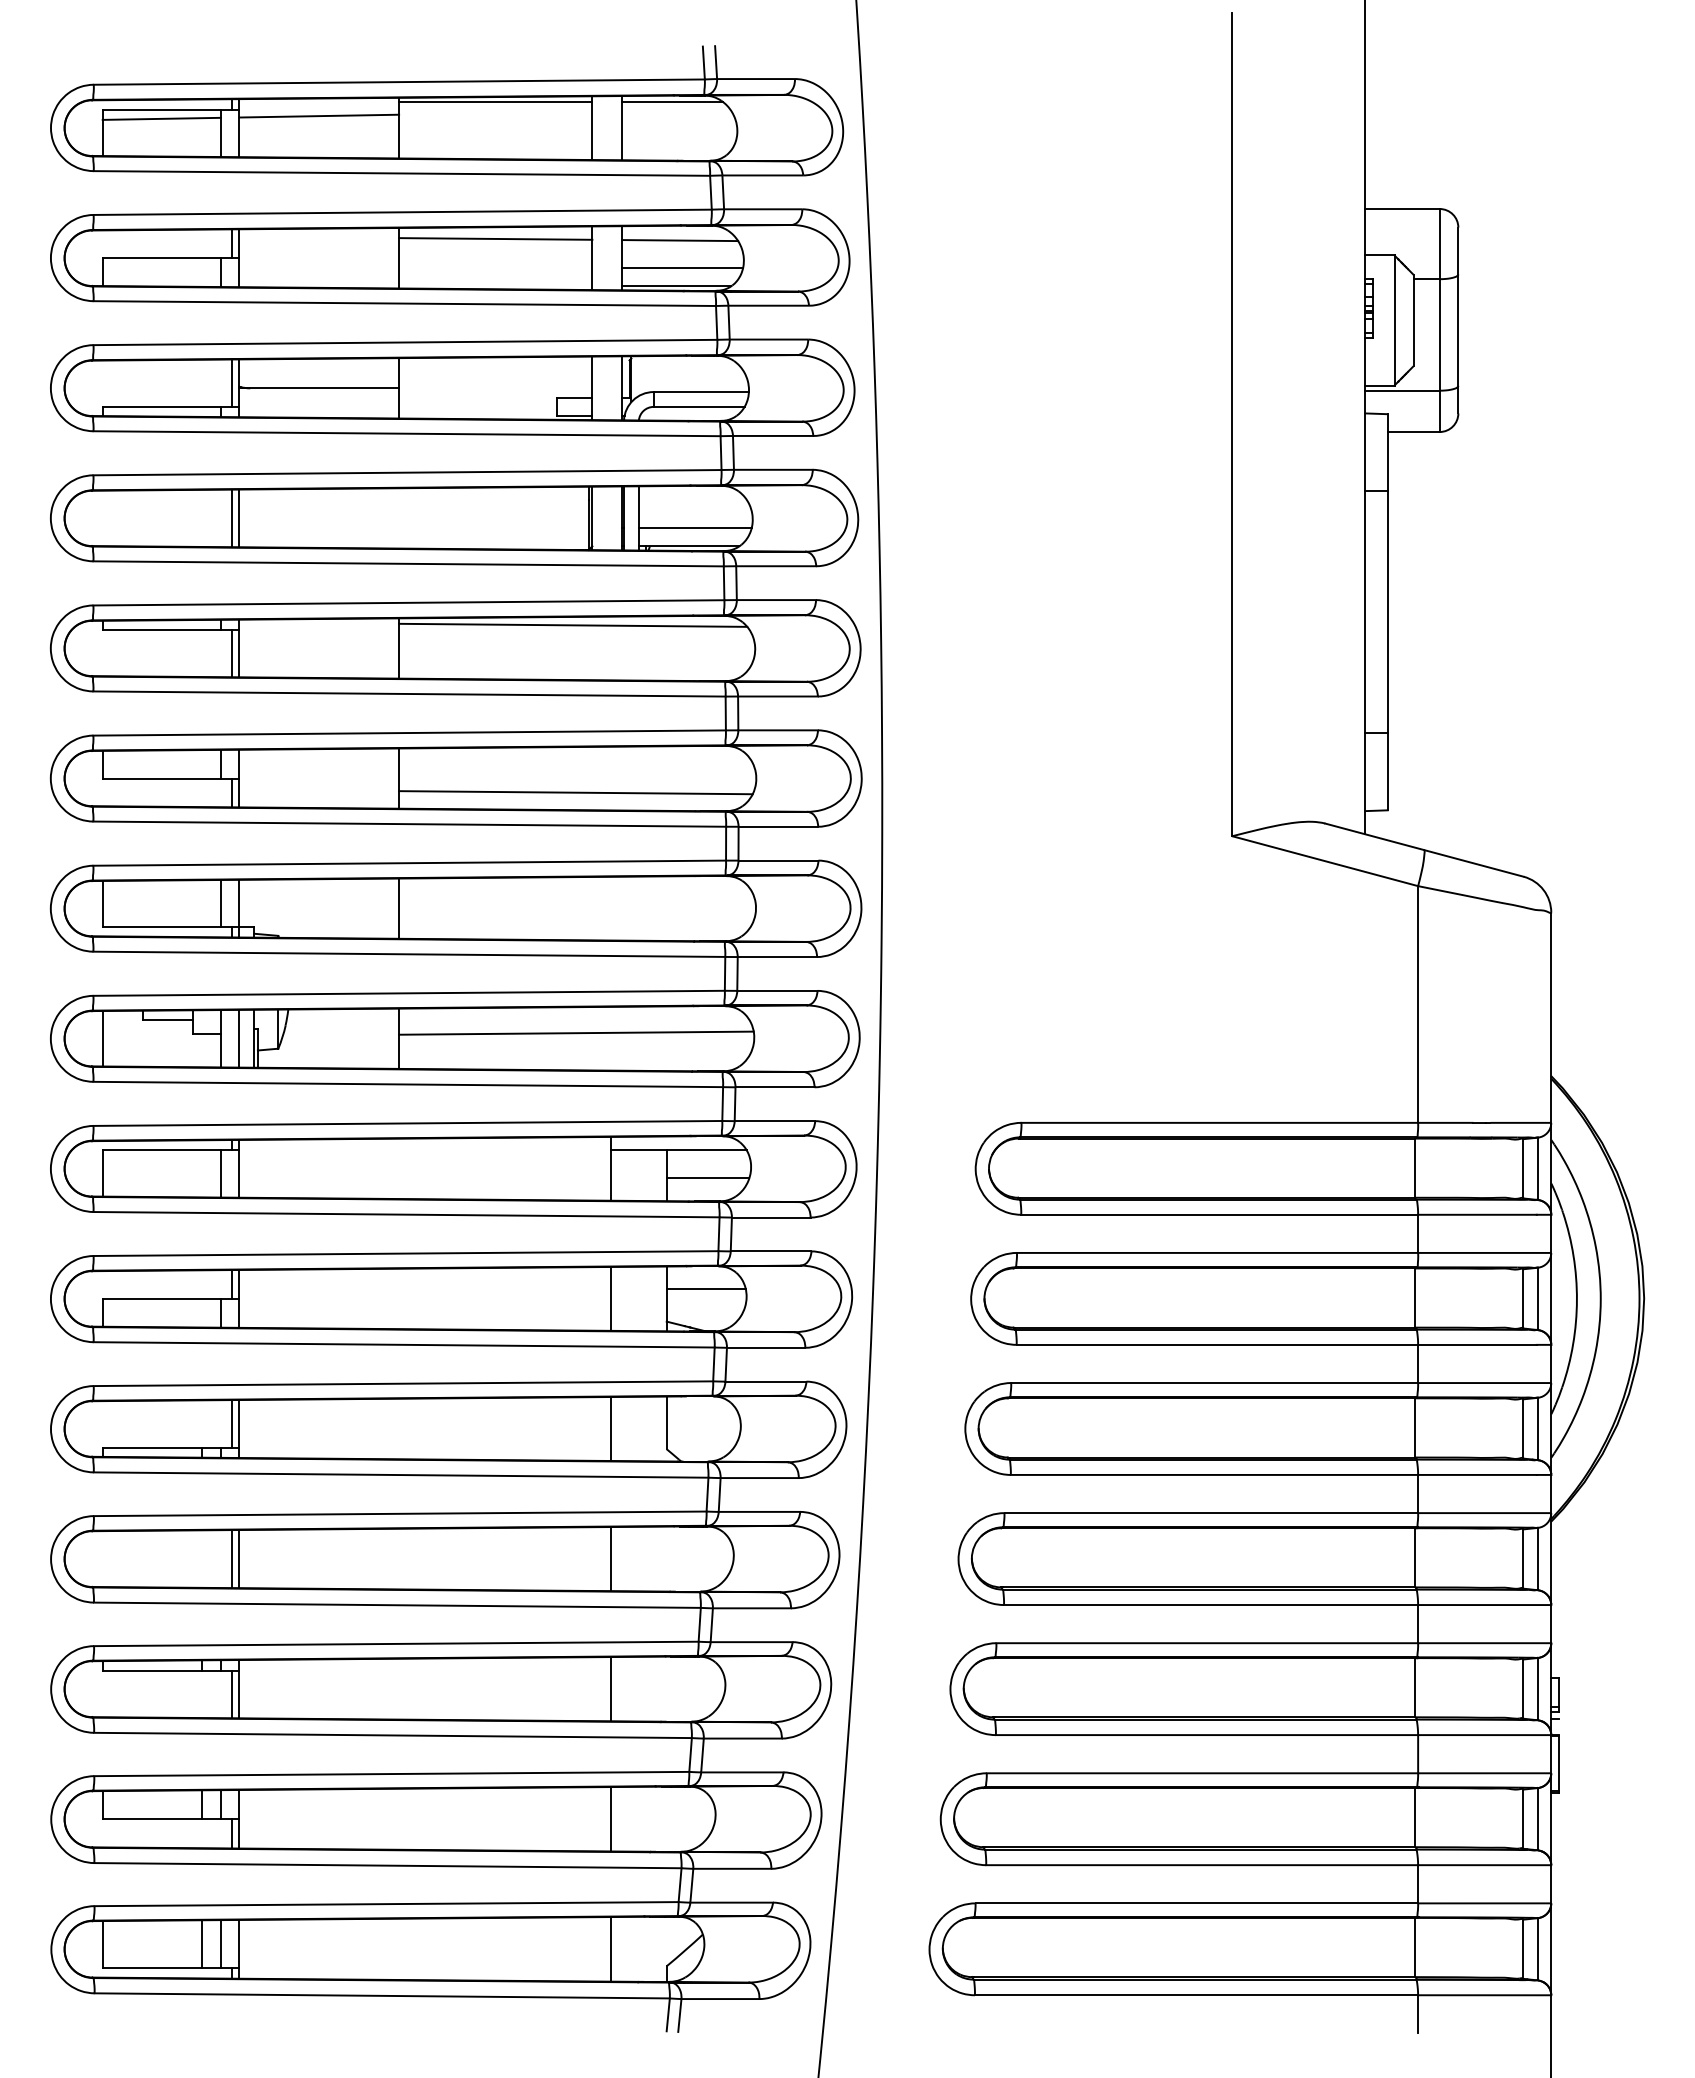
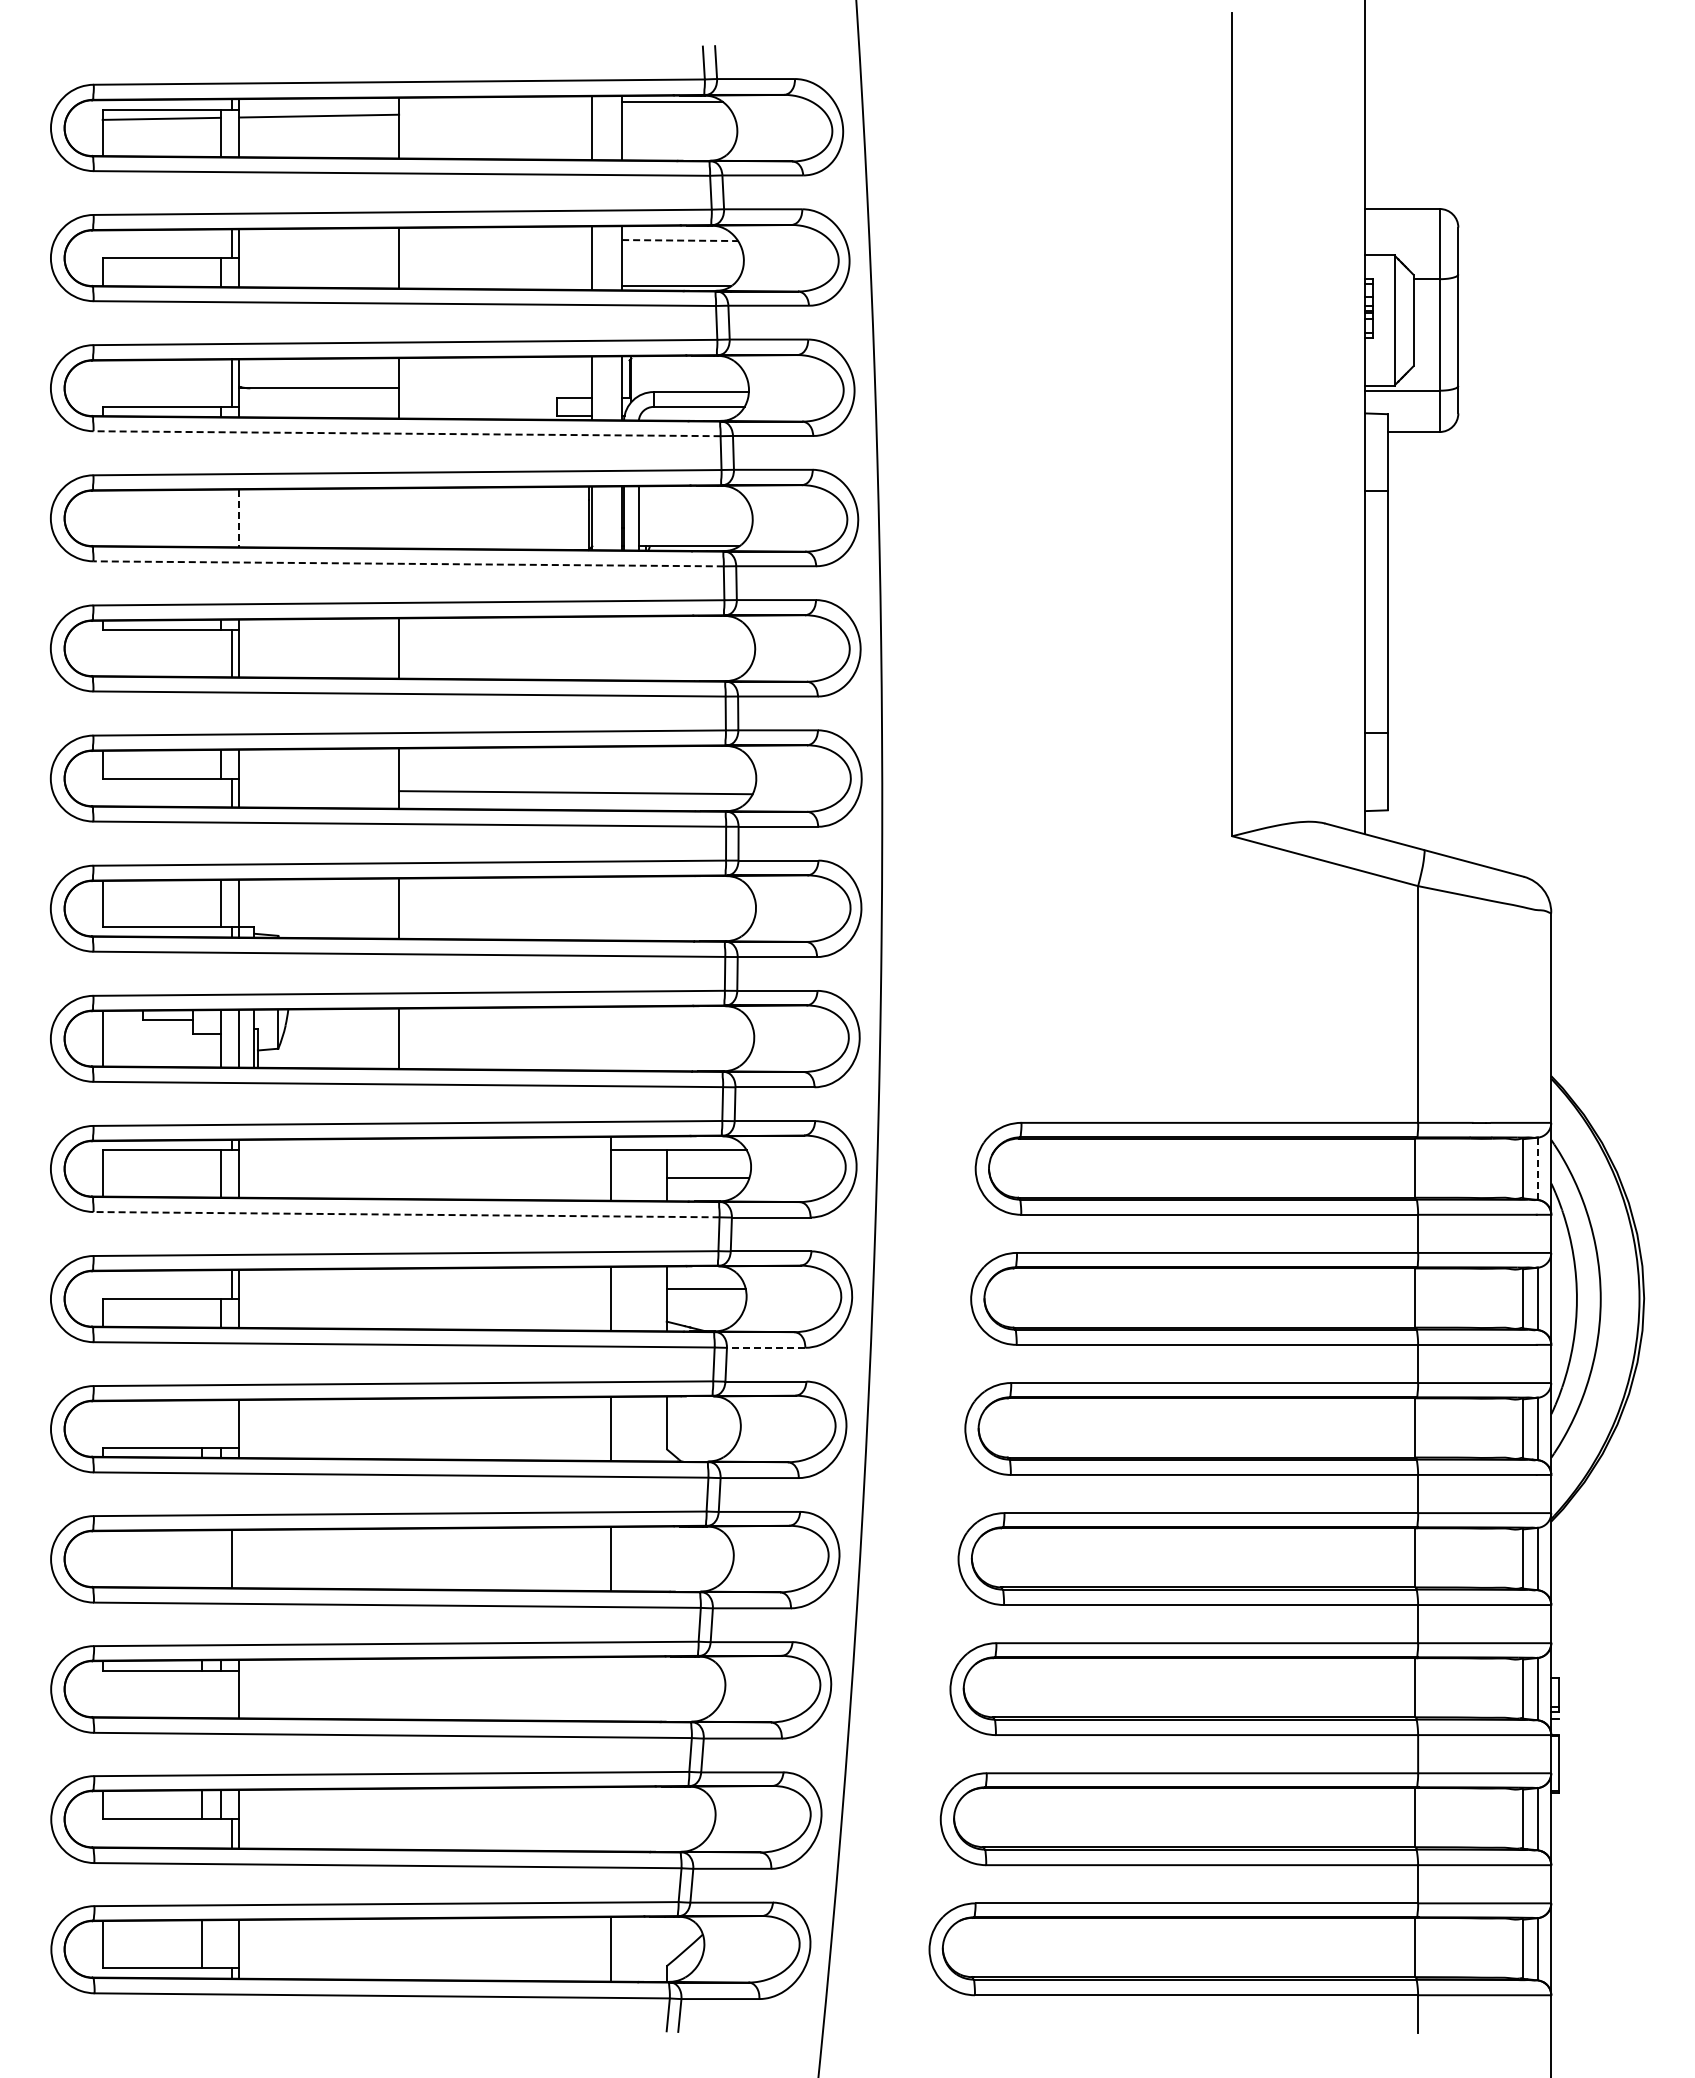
line at (495, 101): present -> none
line at (495, 238): present -> none
line at (680, 240): solid -> dashed
line at (682, 267): present -> none
line at (407, 433): solid -> dashed
line at (231, 518): present -> none
line at (239, 518): solid -> dashed
line at (694, 527): present -> none
line at (408, 563): solid -> dashed
line at (573, 624): present -> none
line at (576, 1032): present -> none
line at (1537, 1168): solid -> dashed
line at (406, 1214): solid -> dashed
line at (765, 1347): solid -> dashed
line at (231, 1423): present -> none
line at (239, 1559): present -> none
line at (610, 1689): present -> none
line at (231, 1694): present -> none
line at (610, 1819): present -> none
line at (220, 1943): present -> none
